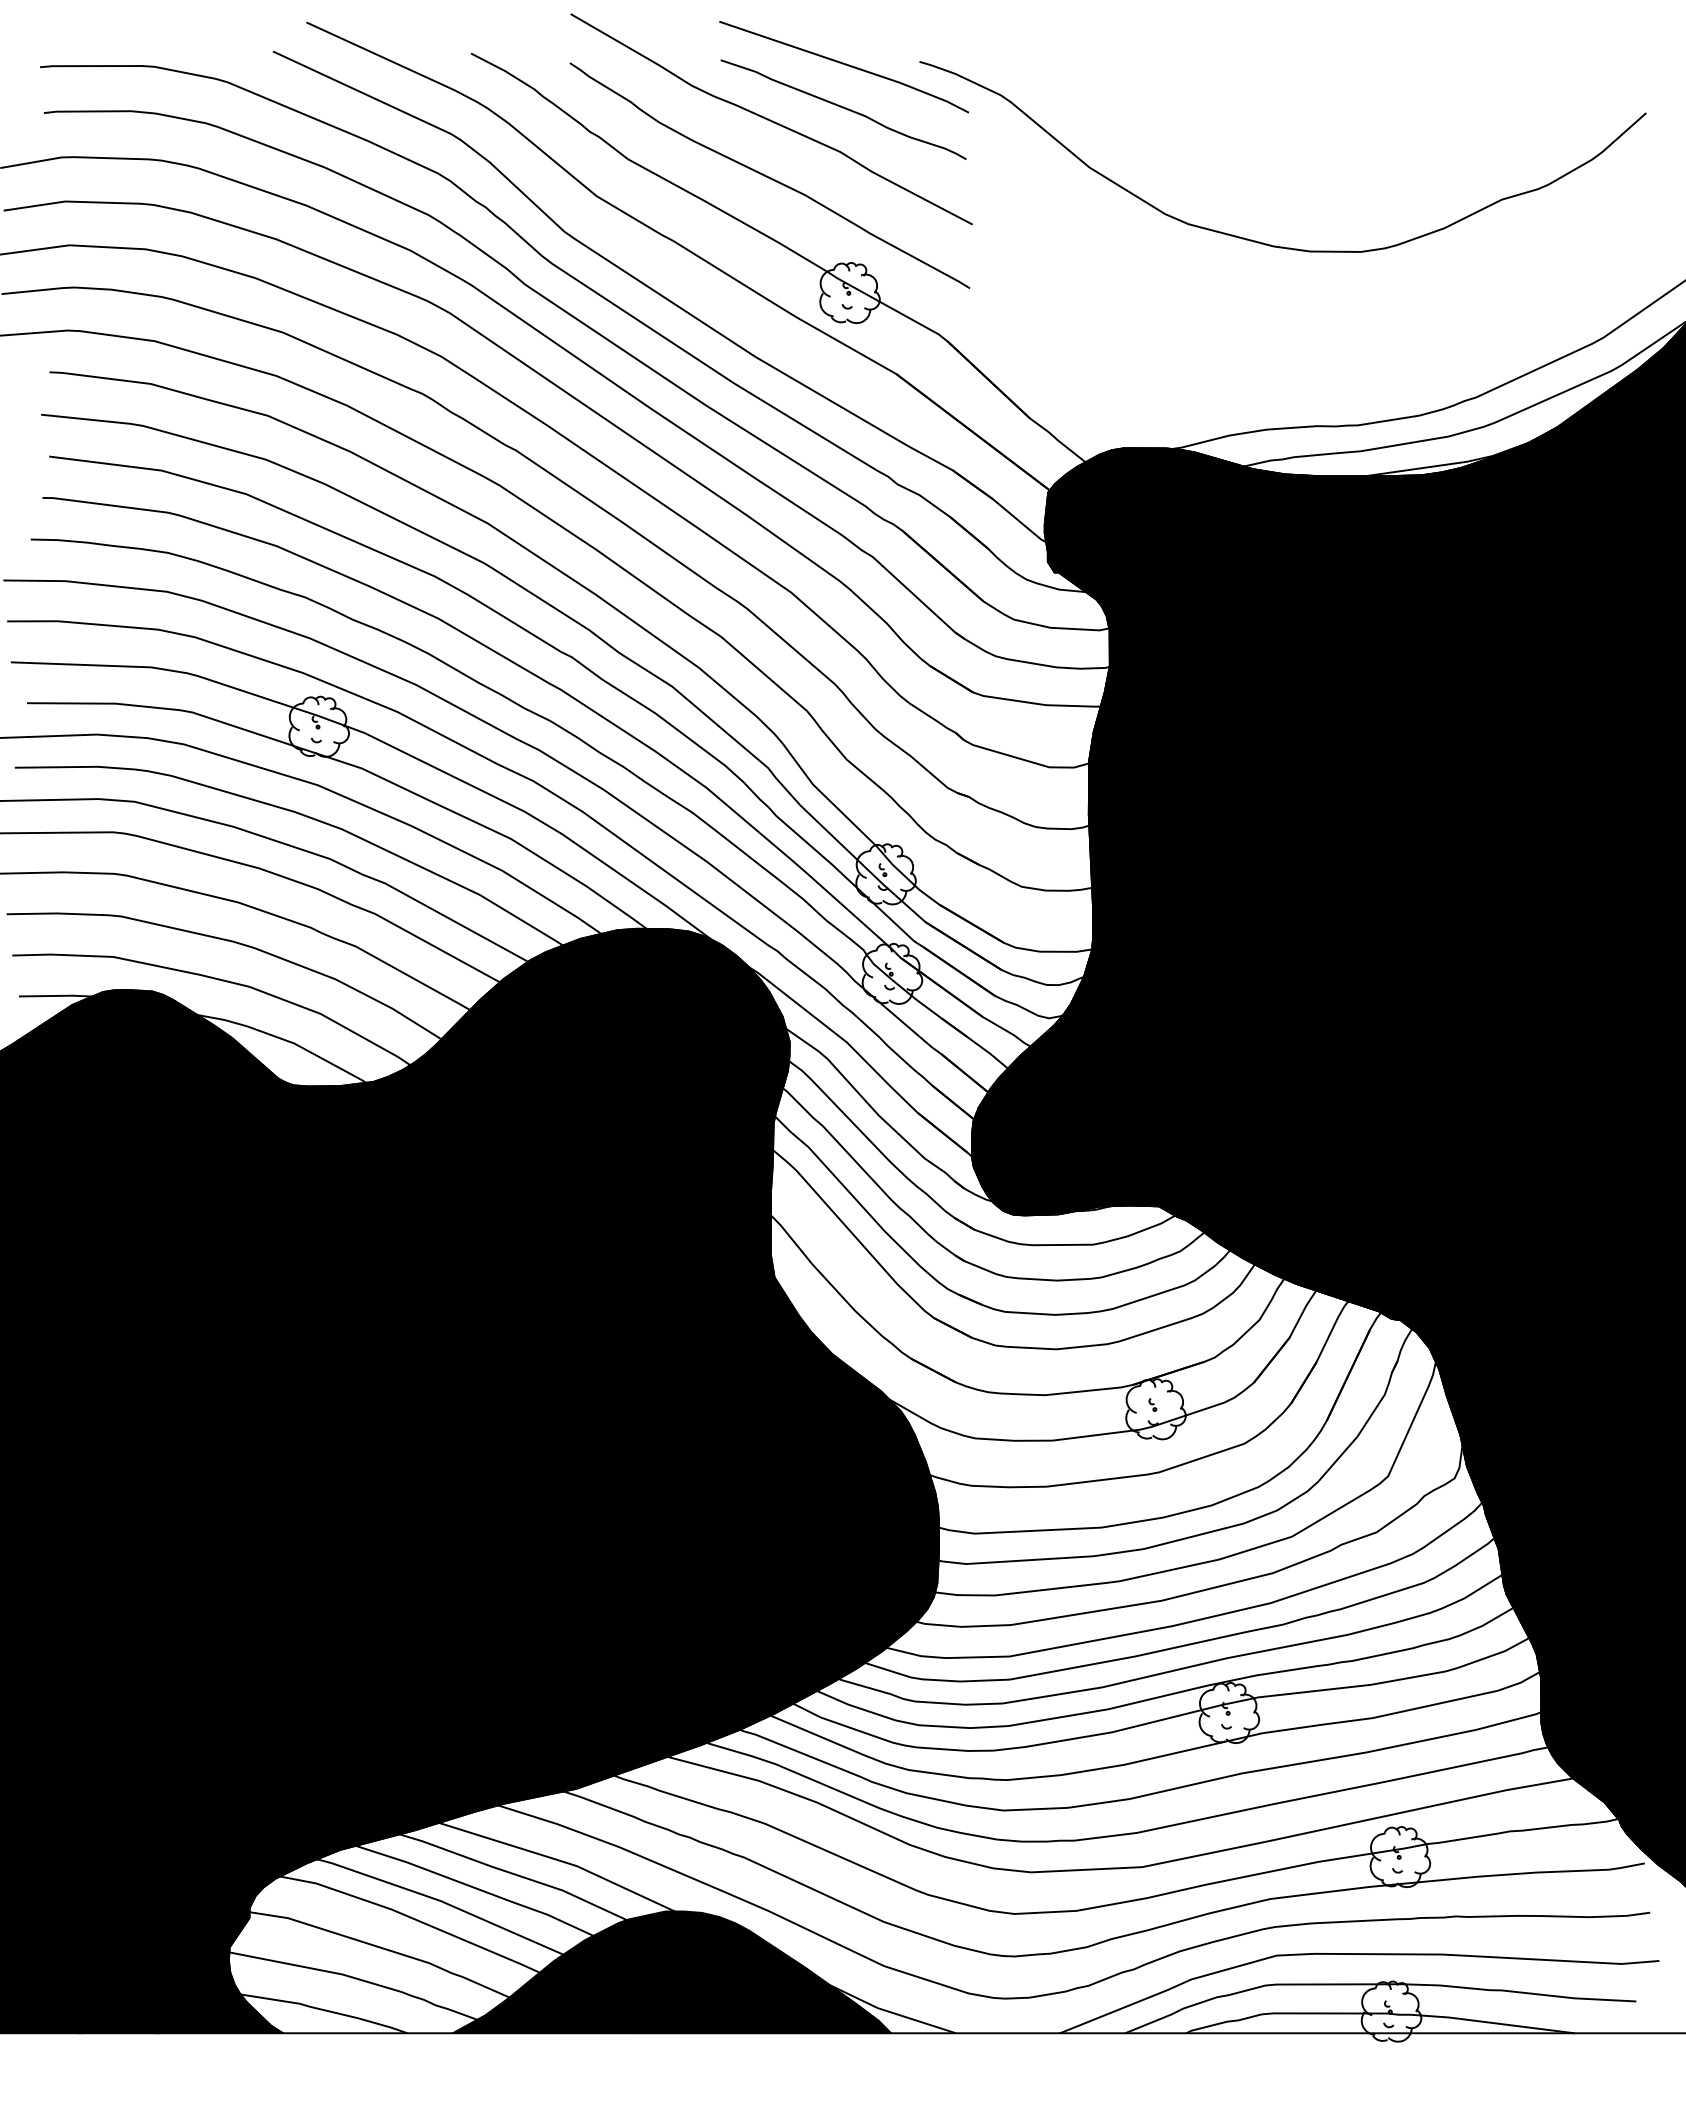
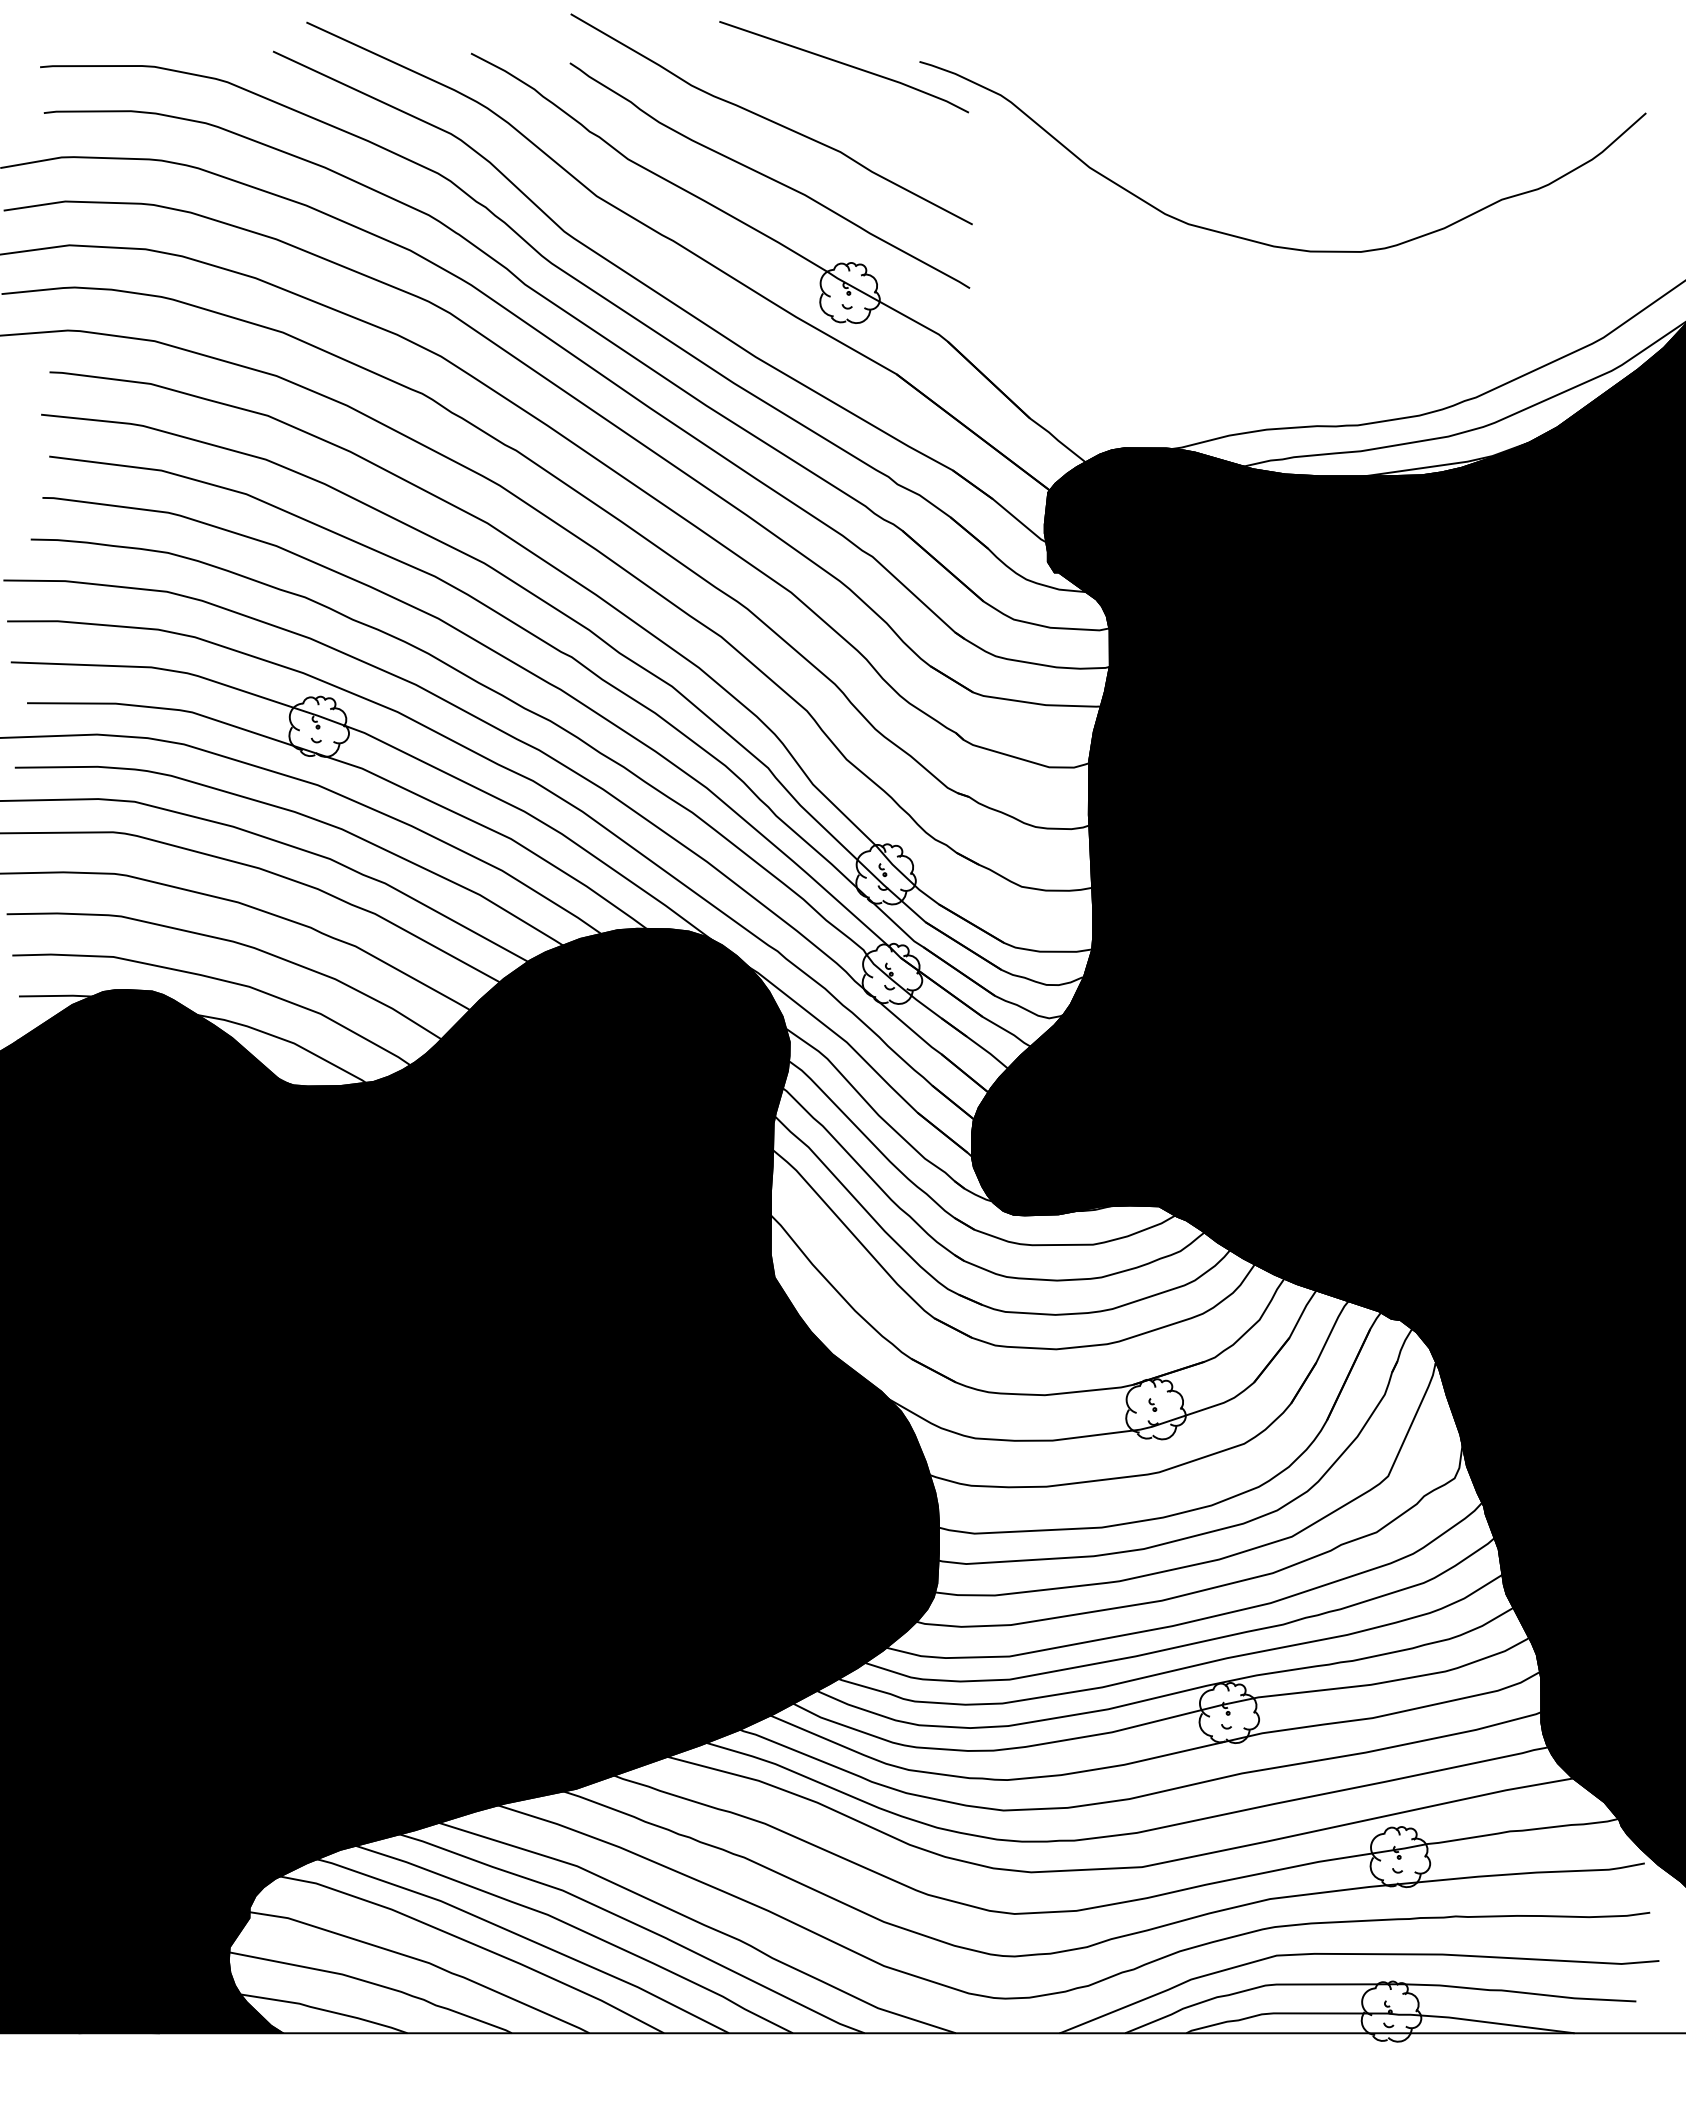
curve at (843, 108): present -> none
fill at (671, 1971): present -> none
